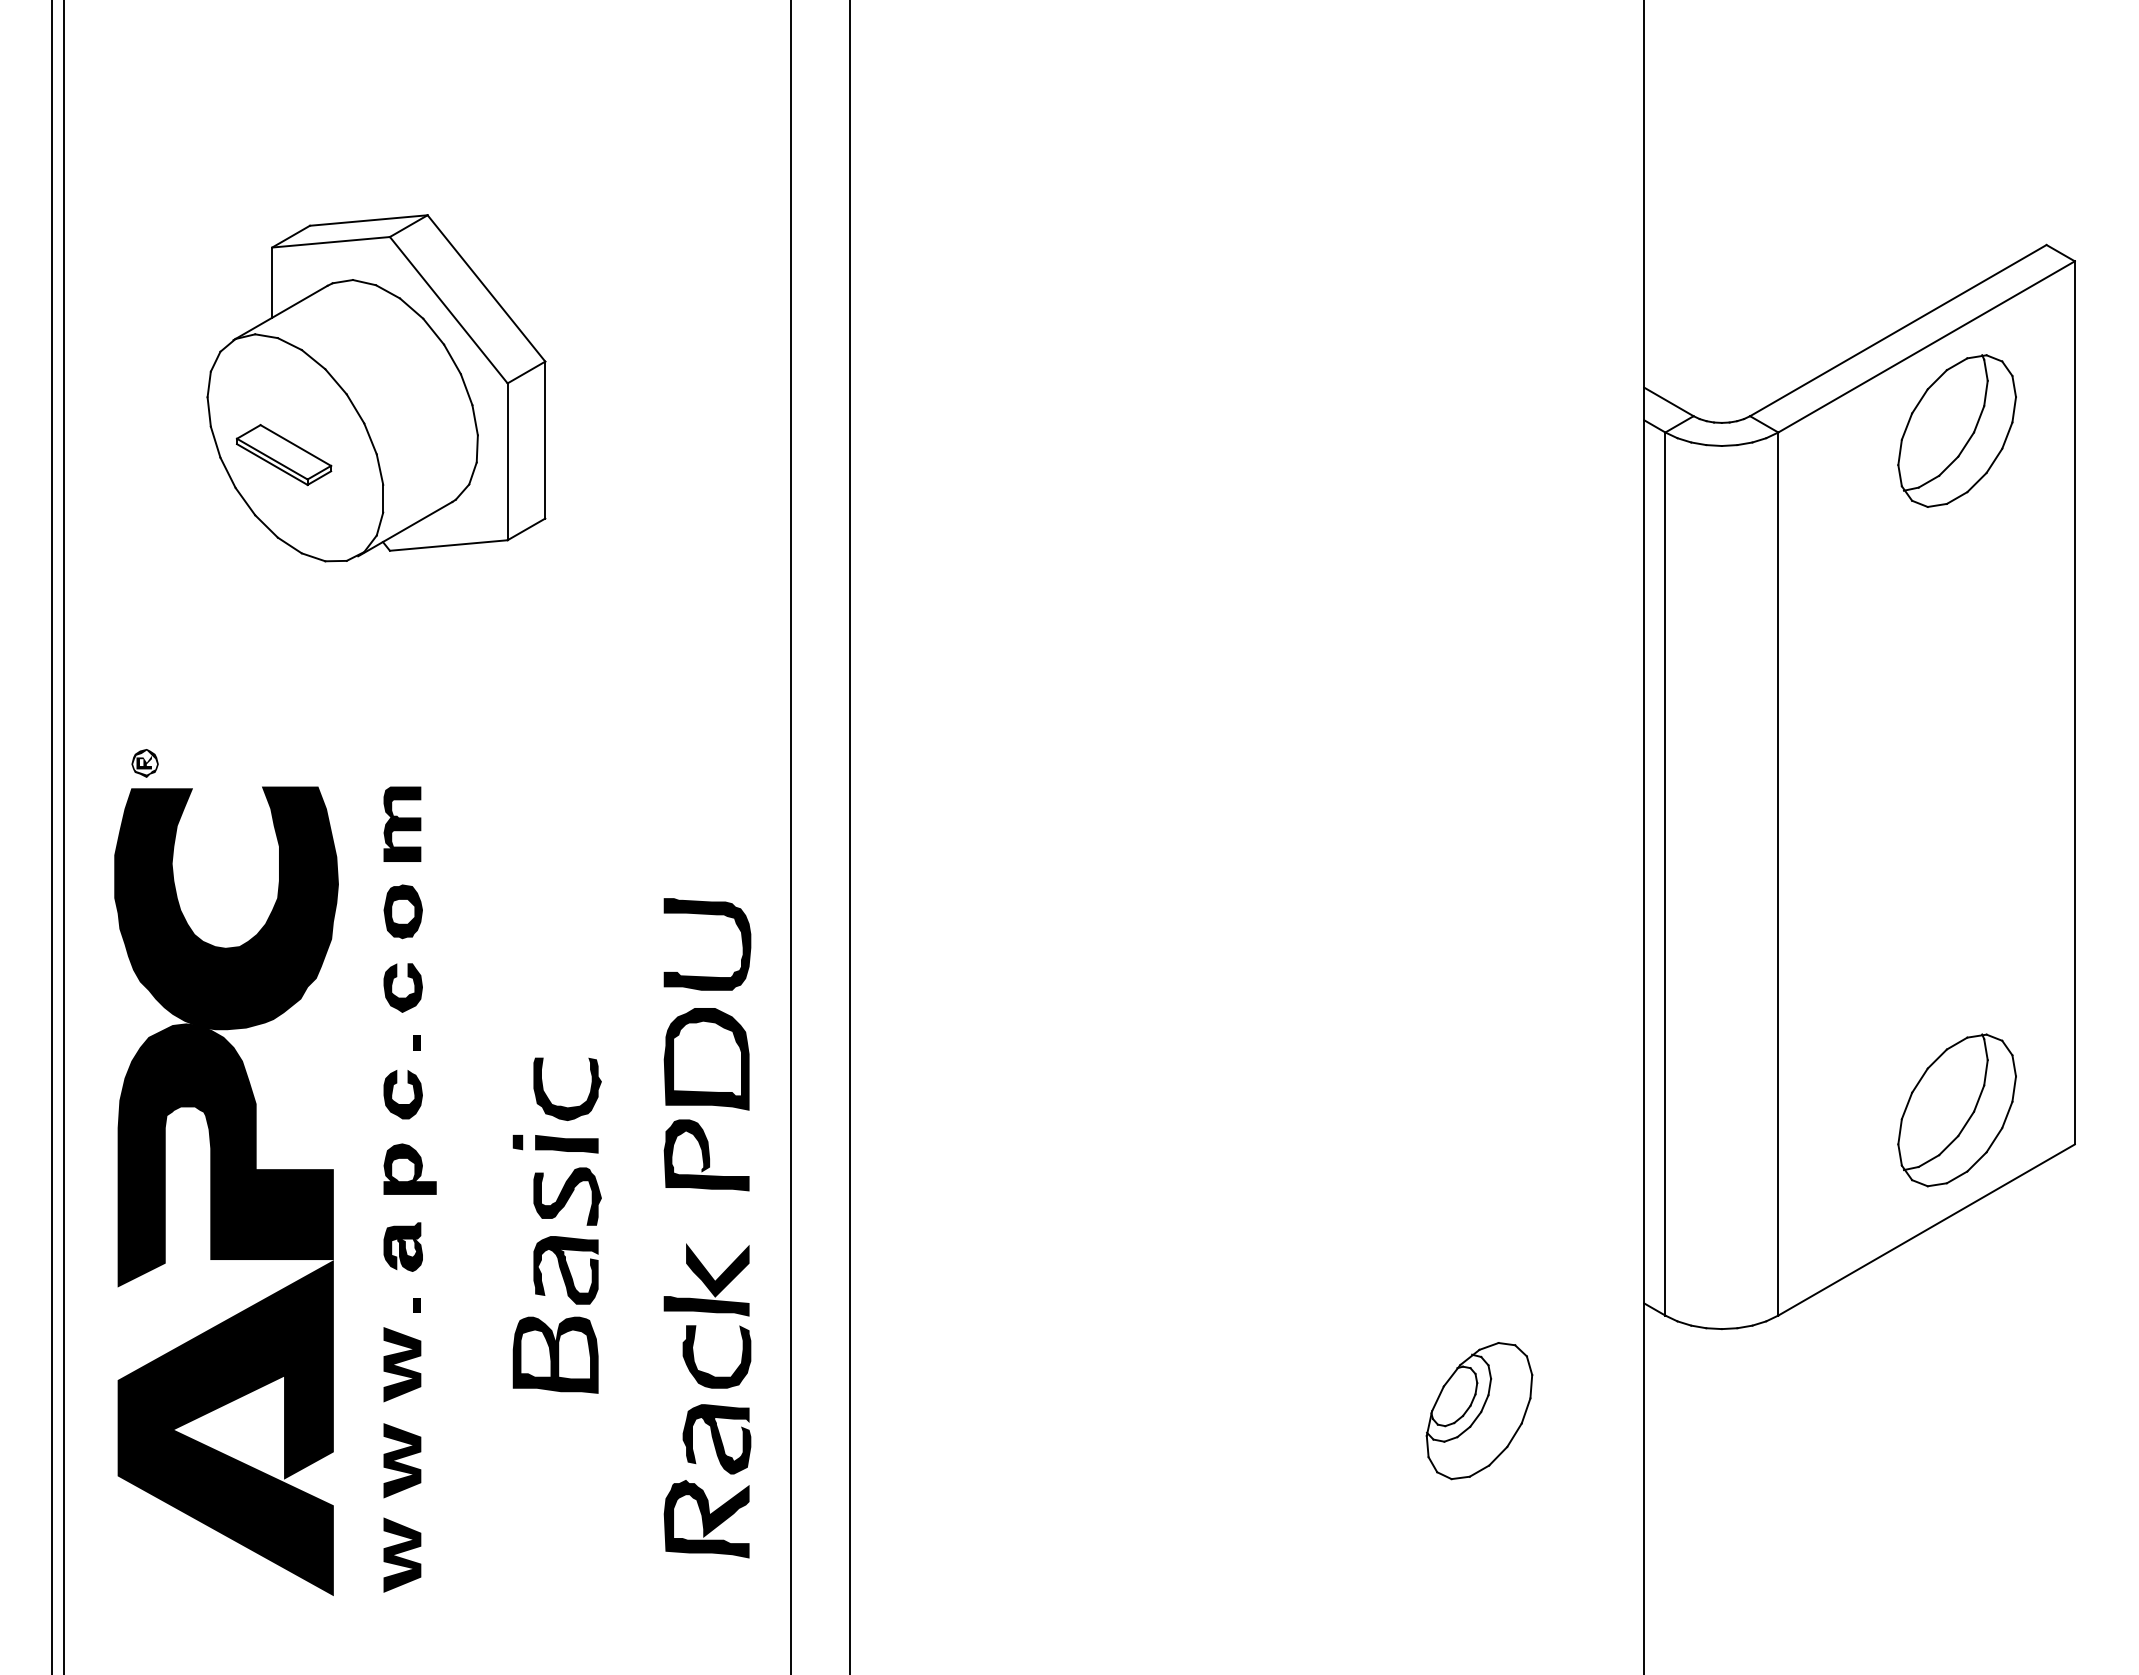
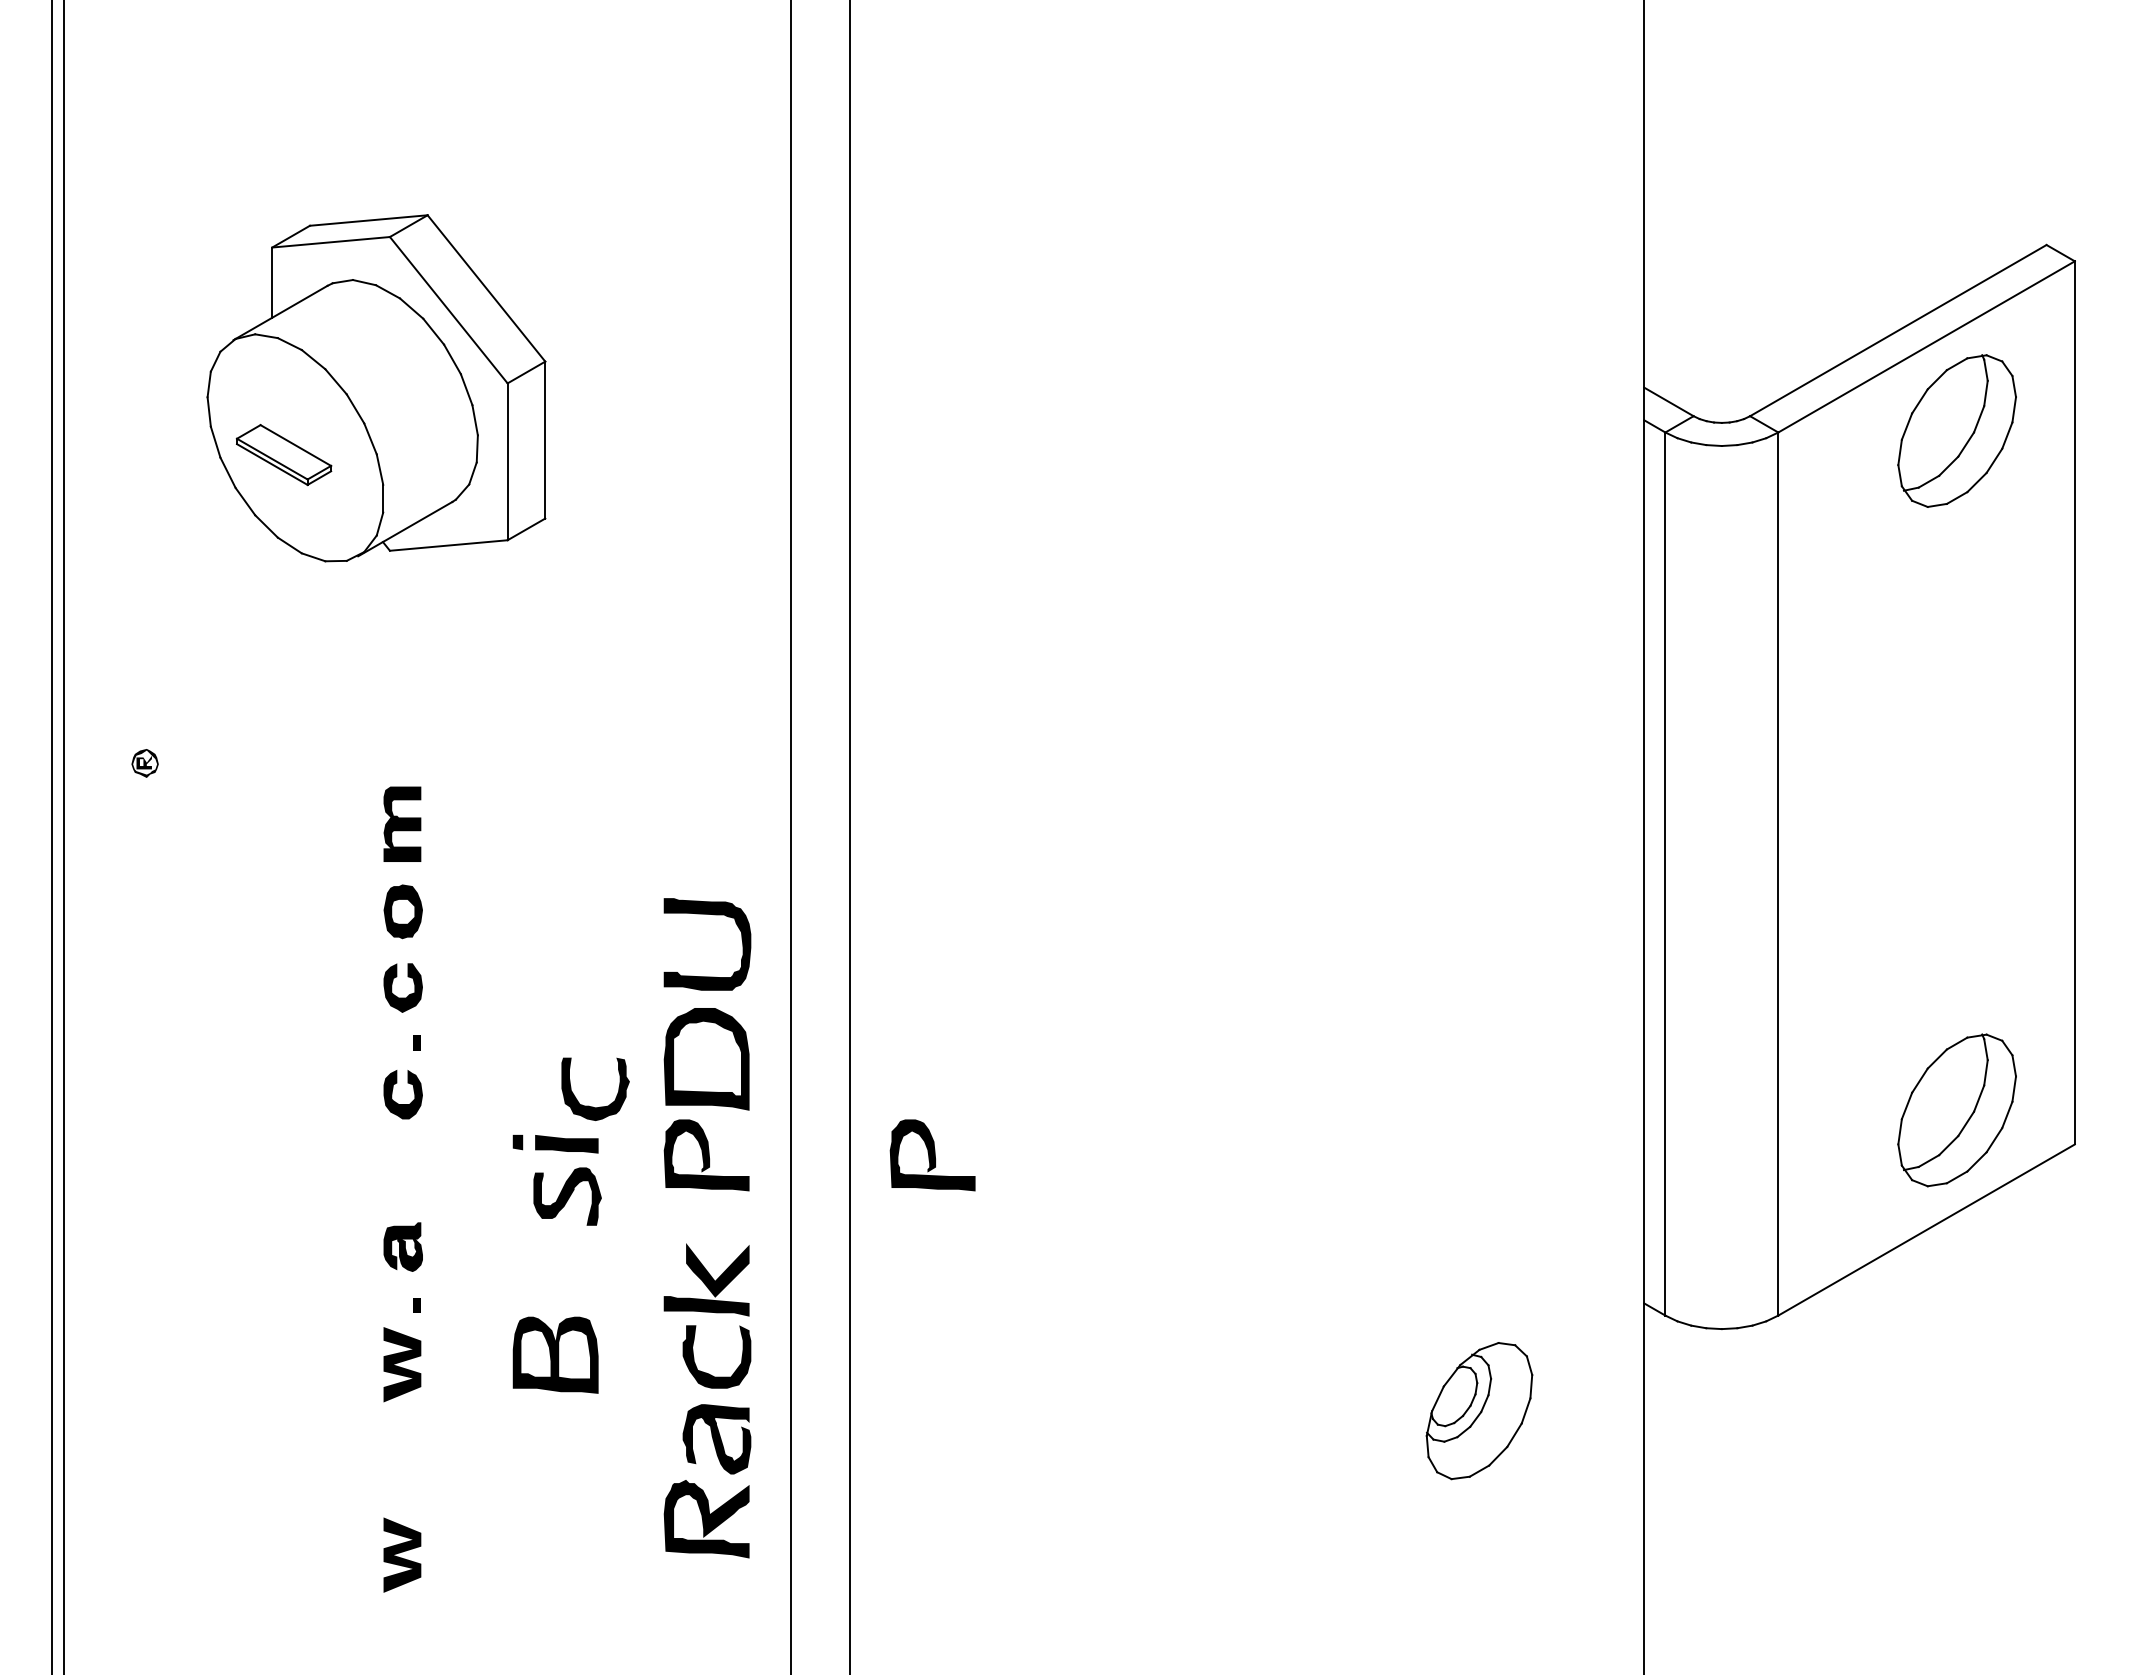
part at (561, 1105) position: (561, 1105) -> (589, 1105)
part at (932, 1155): none -> present
part at (409, 1168): present -> none
part at (226, 1190): present -> none
fill at (565, 1270): present -> none
fill at (402, 1460): present -> none
